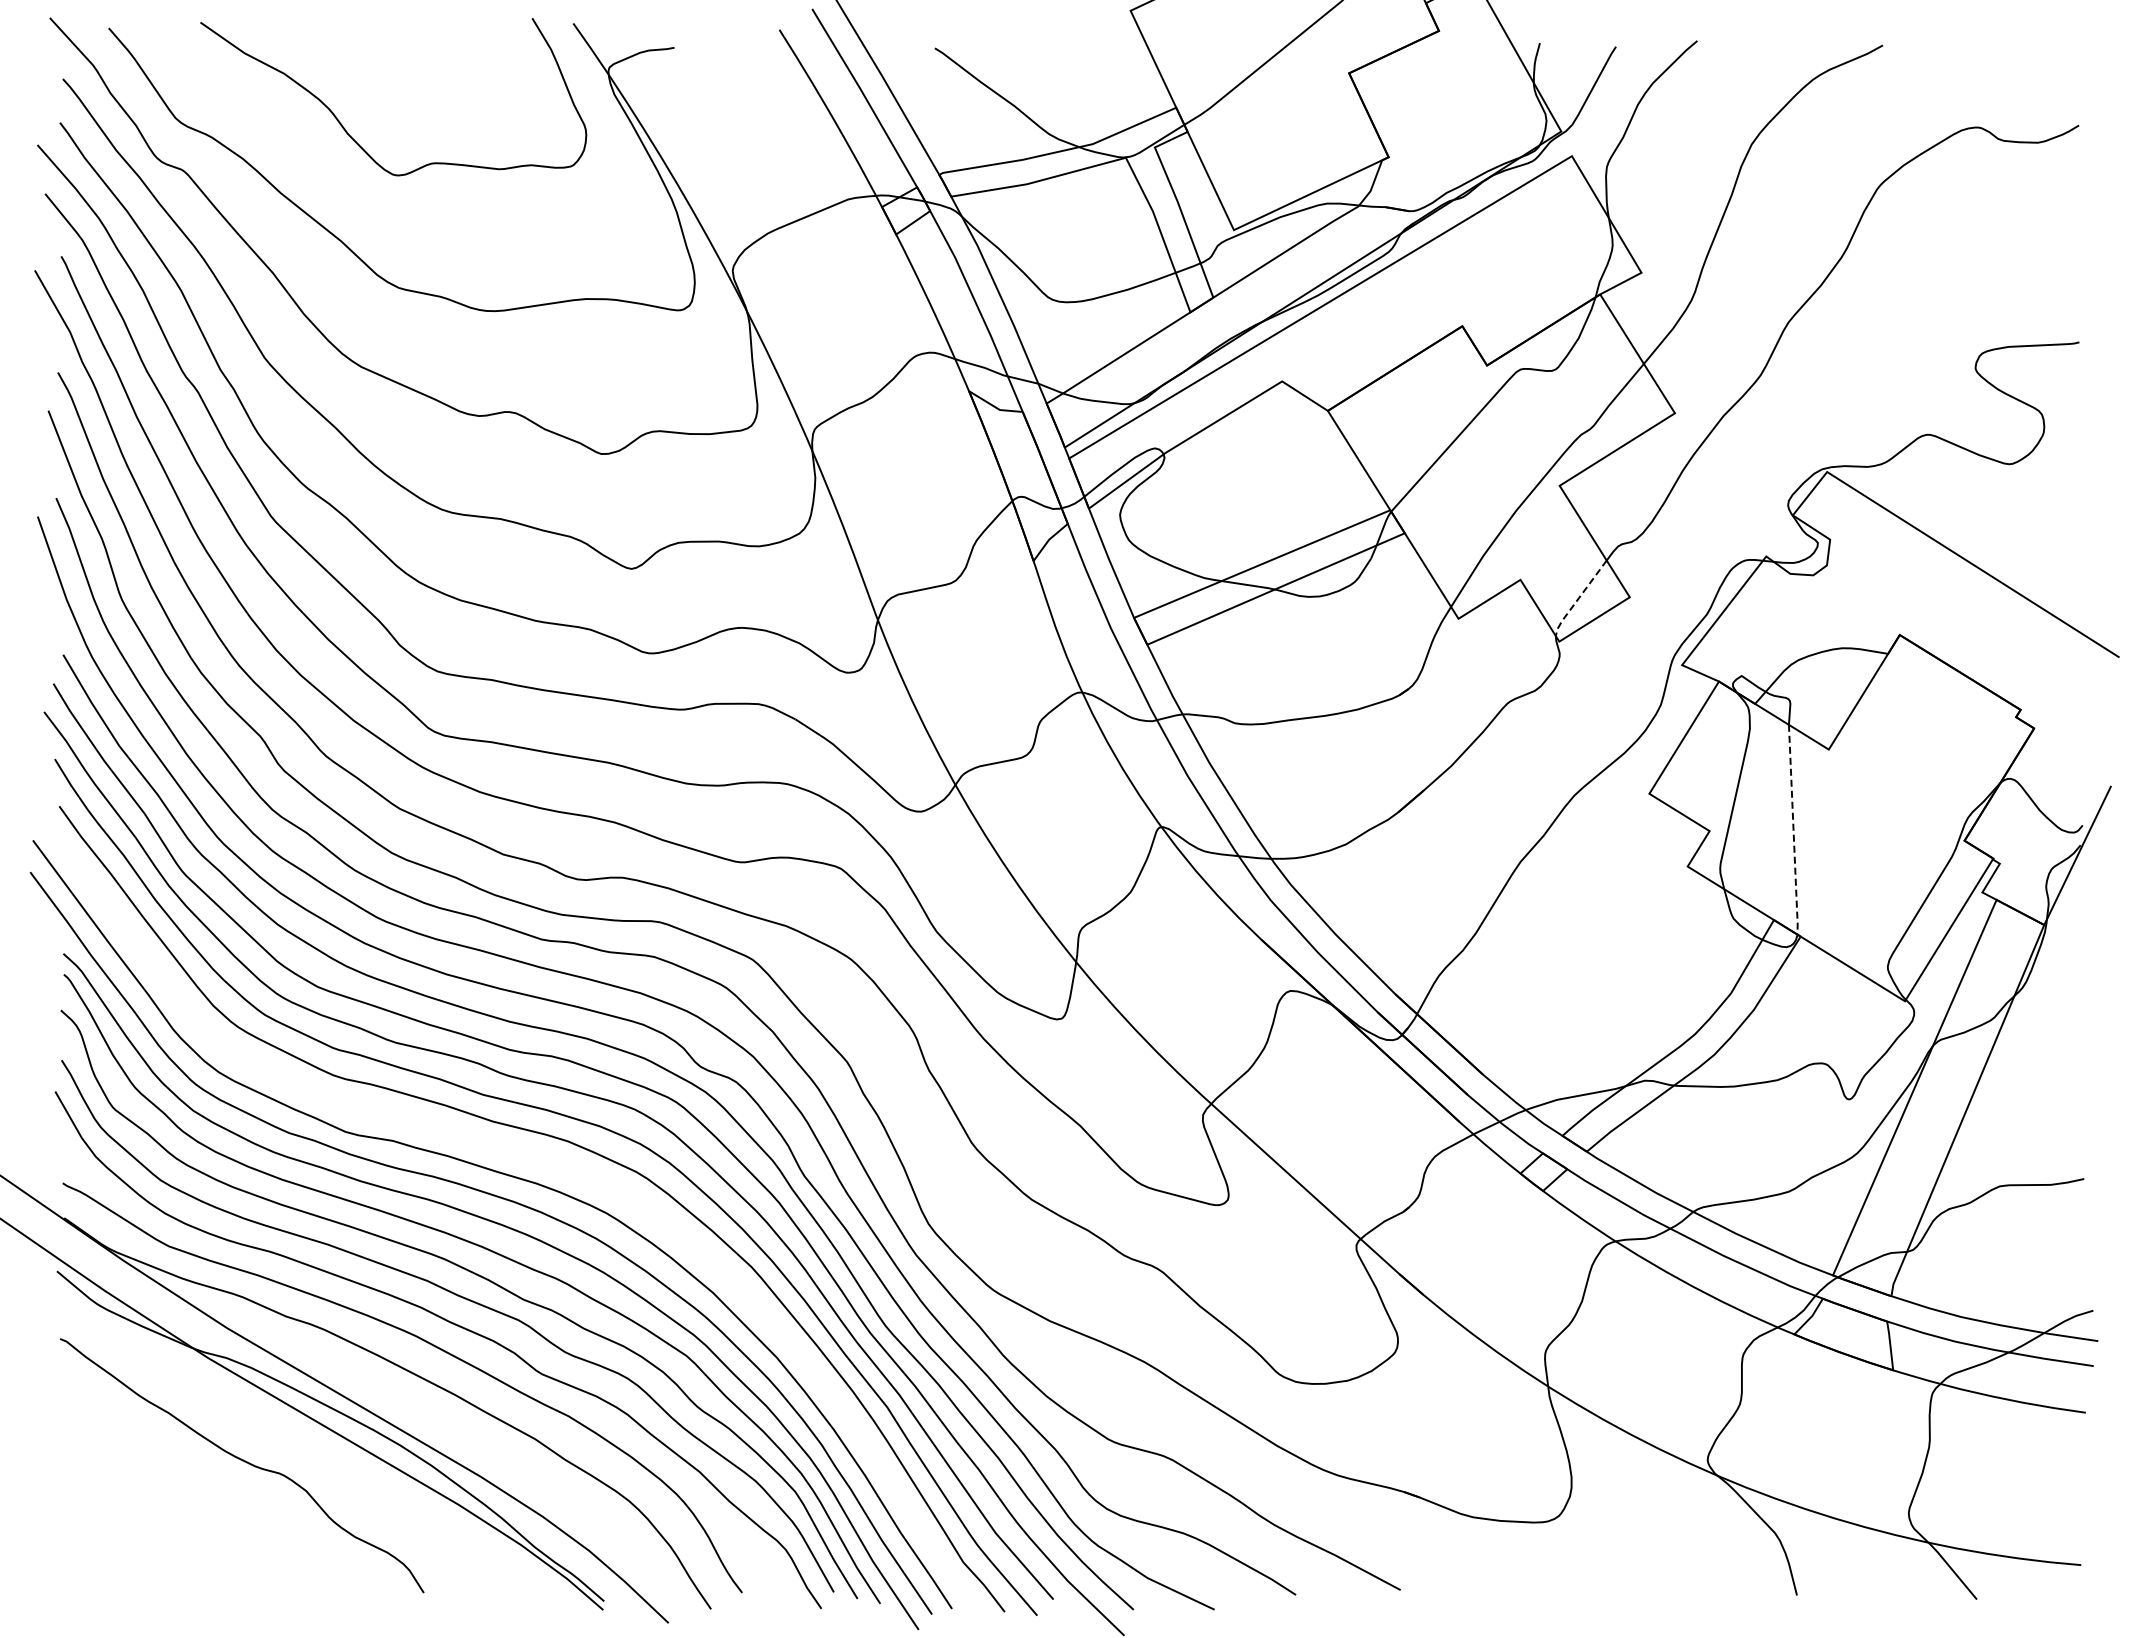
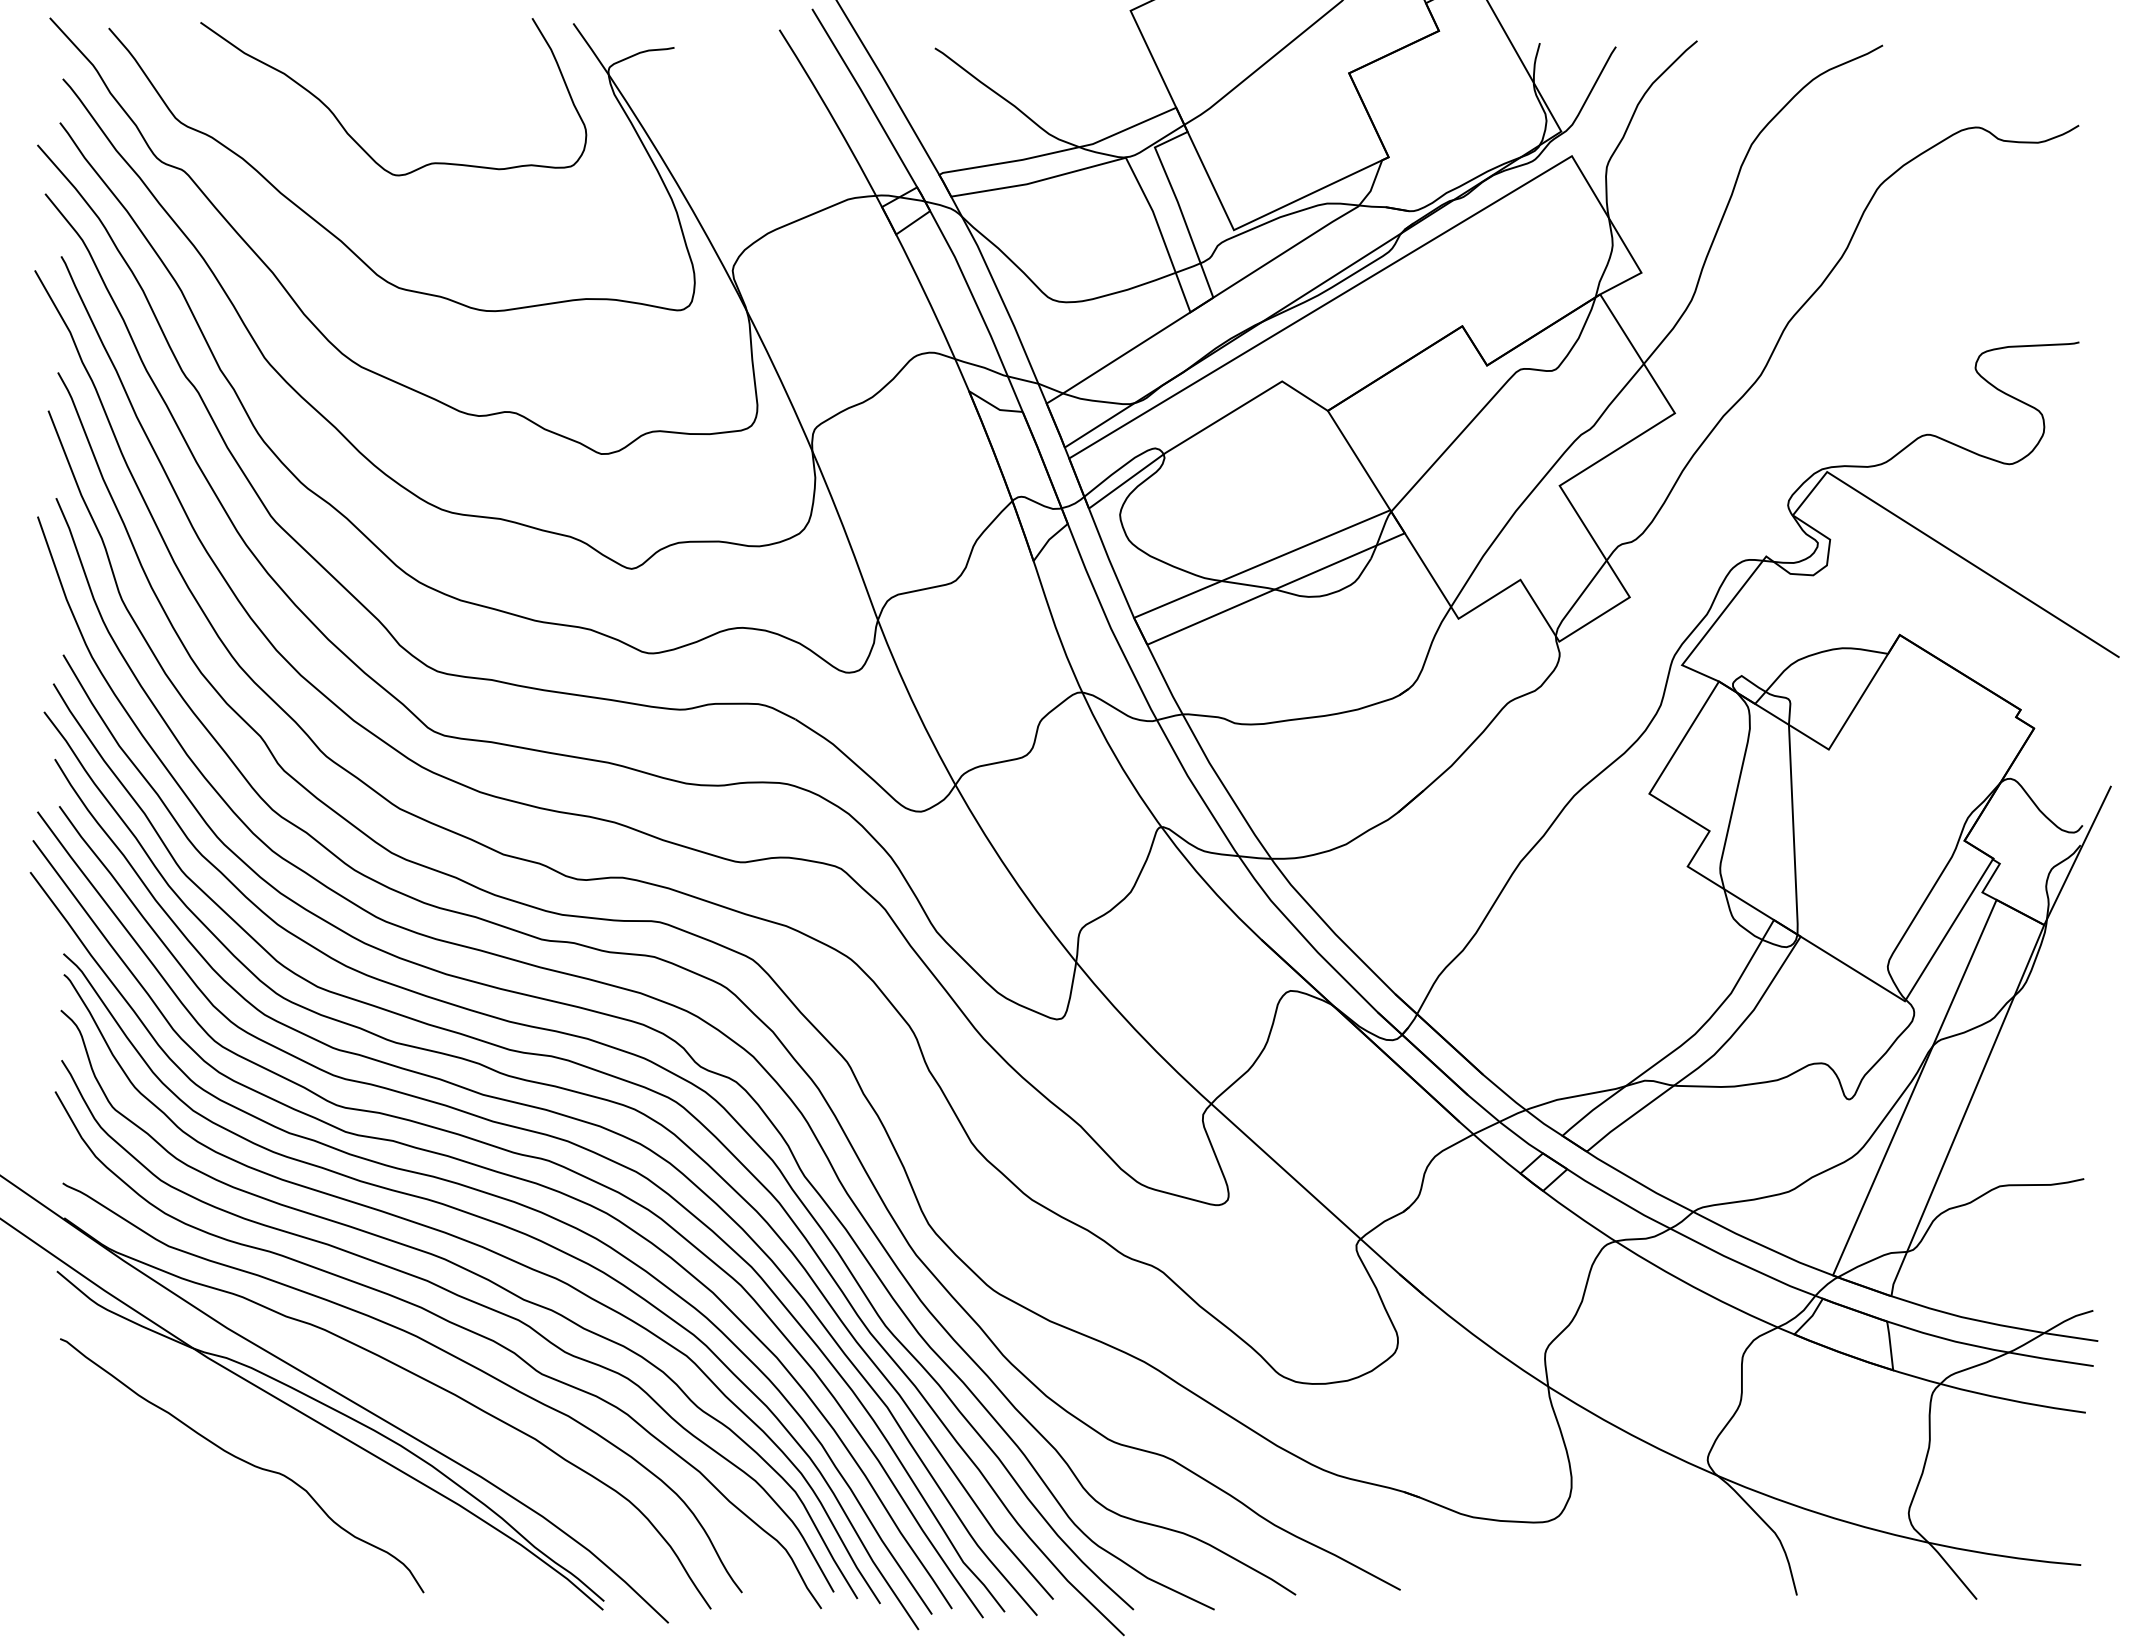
line at (1578, 599): dashed -> solid
line at (1793, 830): dashed -> solid
curve at (524, 1156): none -> present
